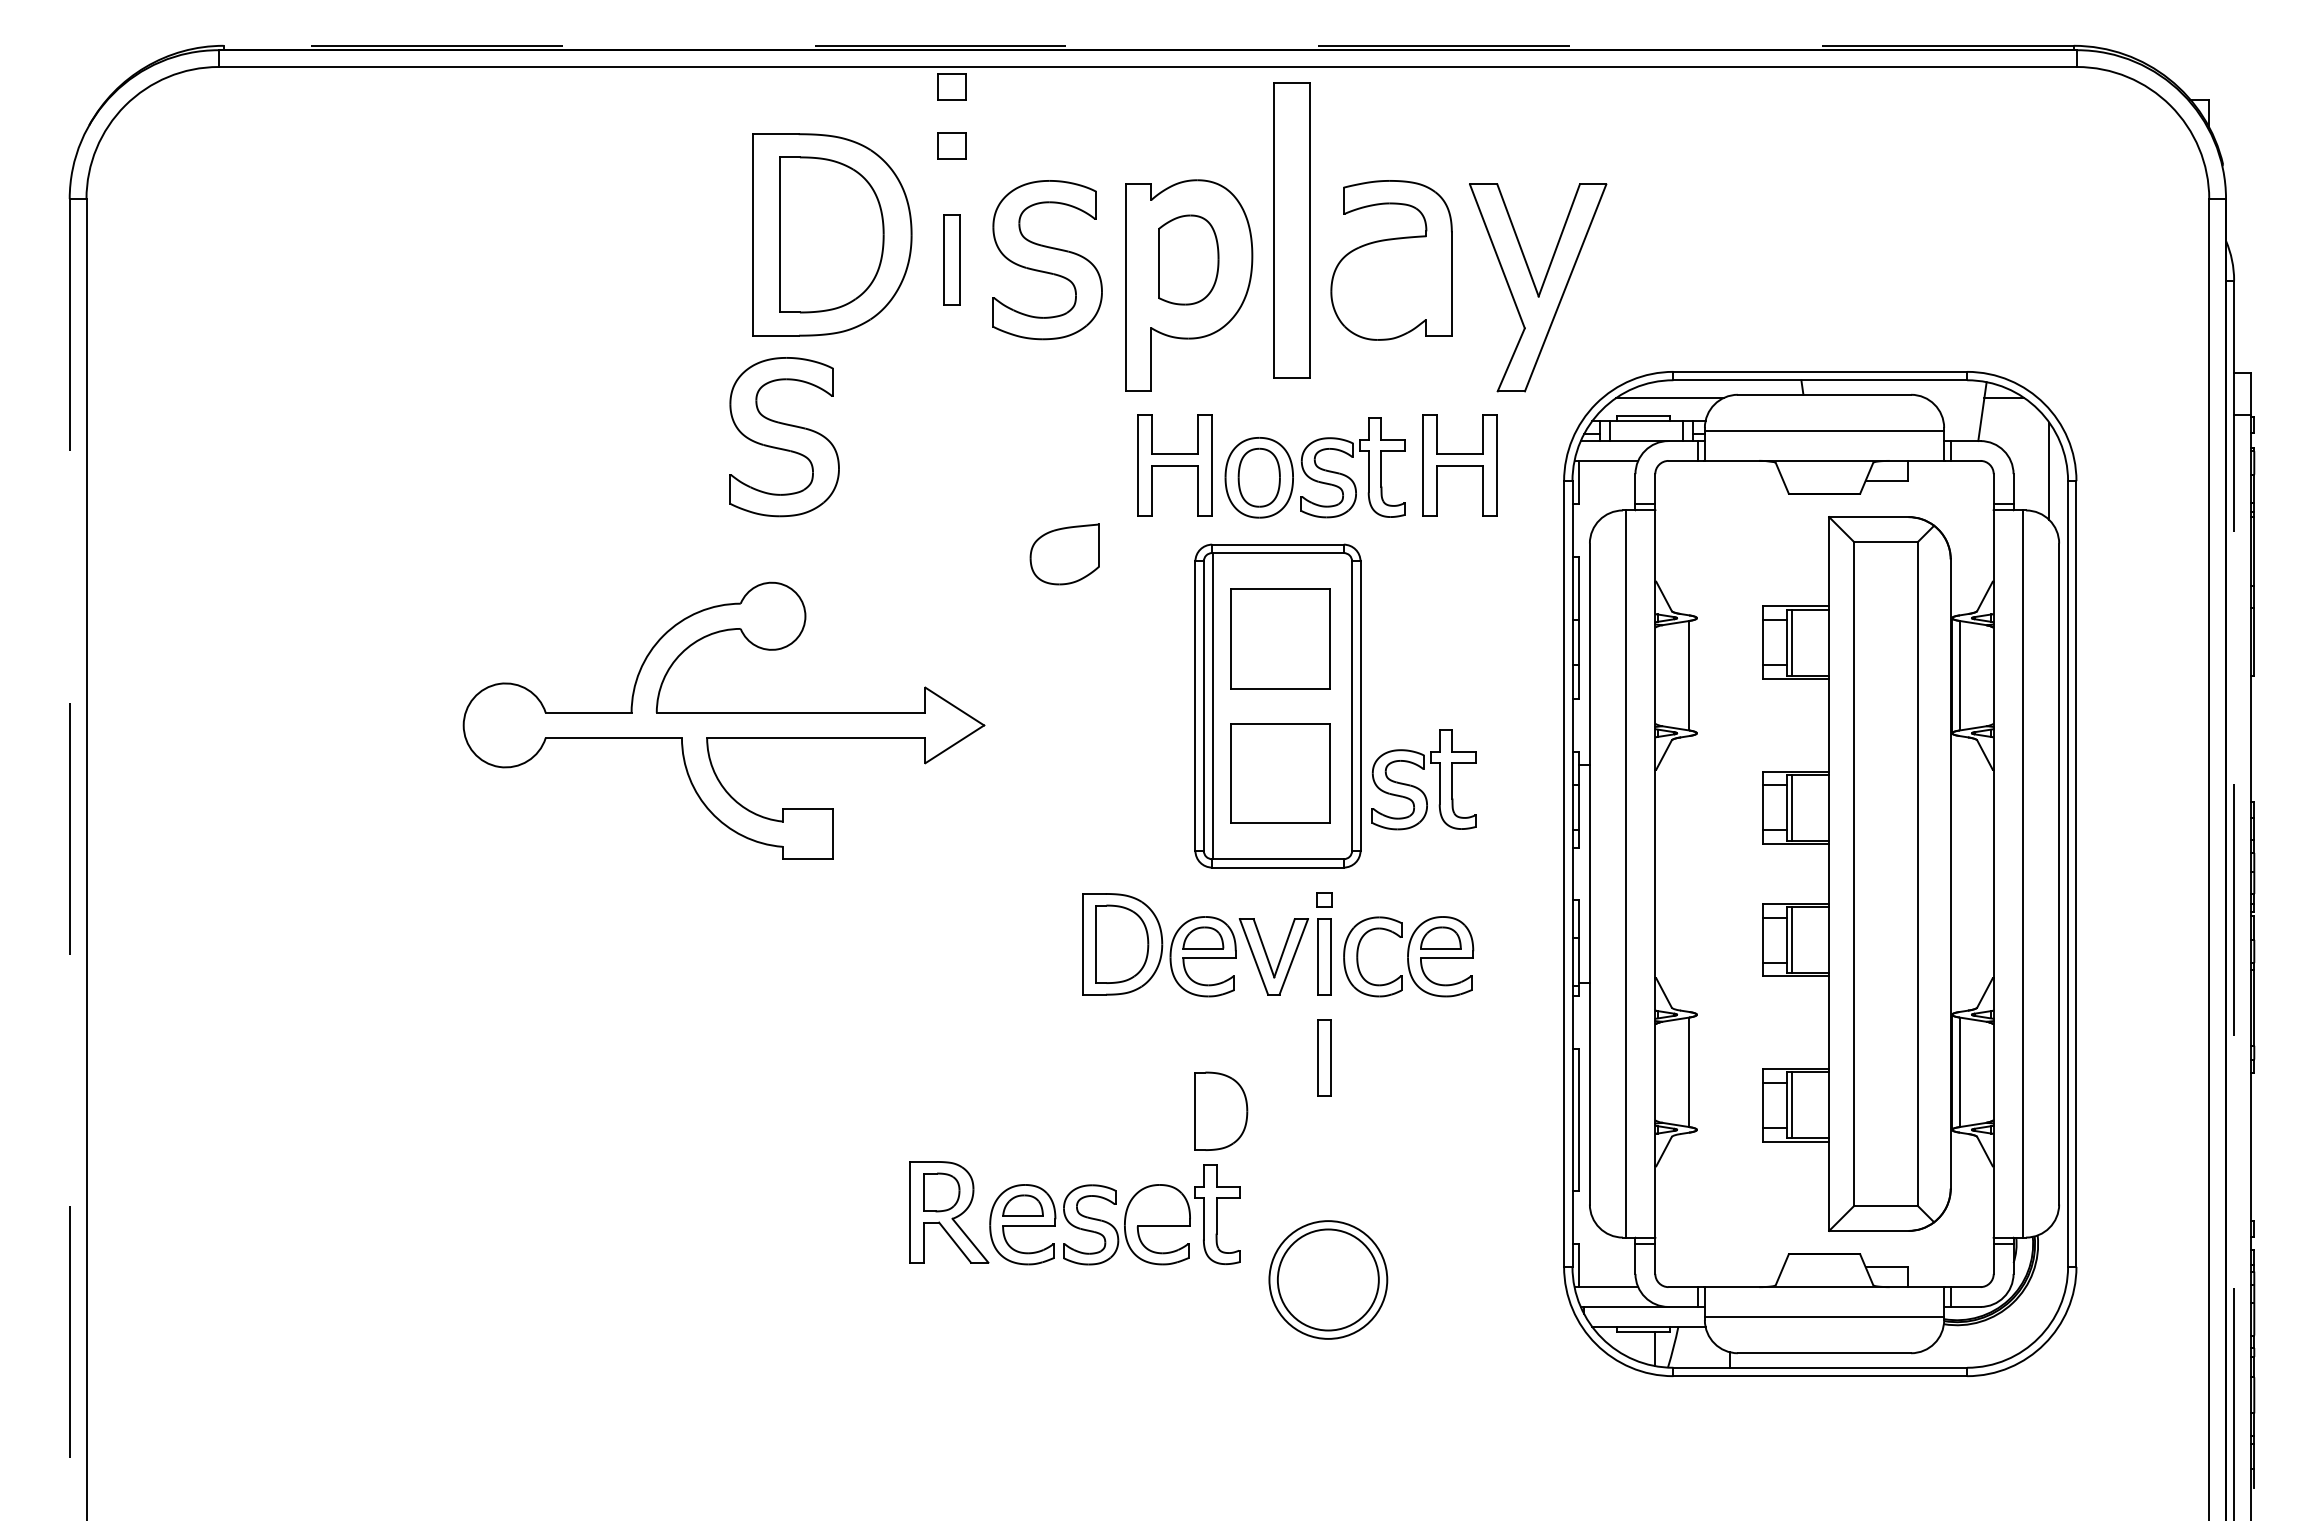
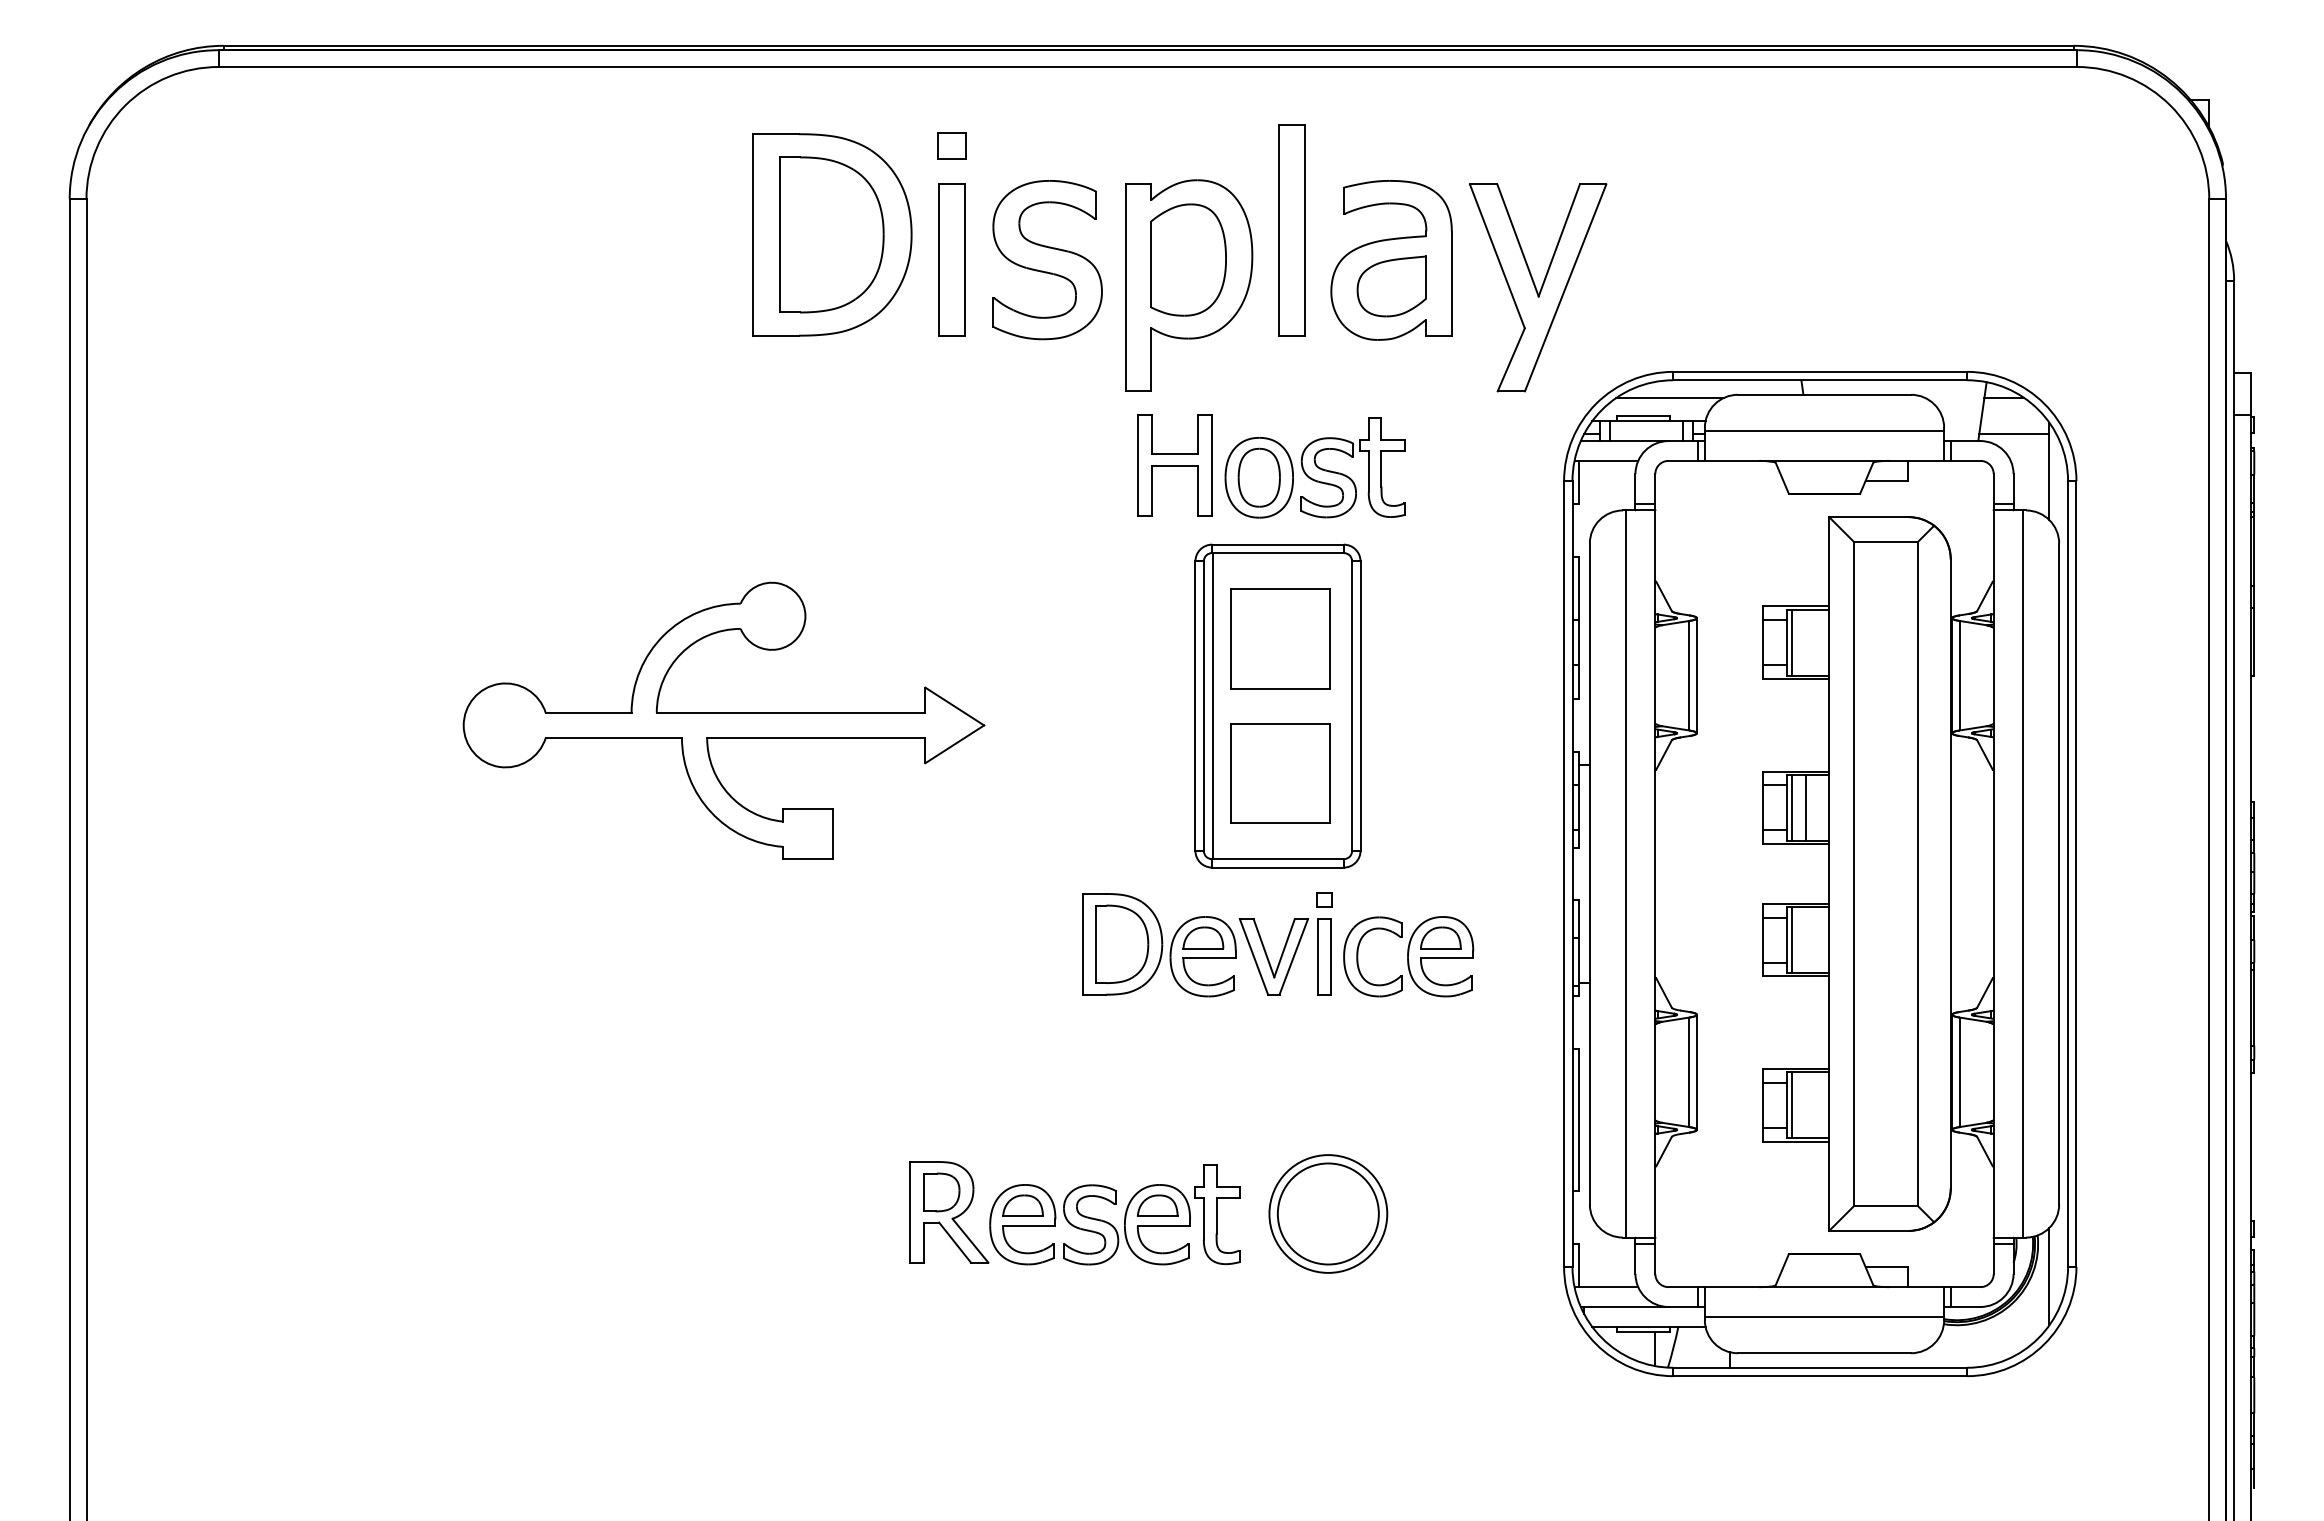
line at (1148, 45): dashed -> solid
part at (951, 86): present -> none
part at (1291, 230) size: 38x297 px -> 28x213 px
part at (951, 259) size: 18x92 px -> 28x154 px
part at (1188, 259) size: 62x92 px -> 77x114 px
line at (2014, 434): none -> present
part at (784, 437): present -> none
part at (1459, 465): present -> none
part at (1064, 554) position: (1064, 554) -> (1391, 286)
line at (1696, 675): none -> present
part at (1418, 787): present -> none
line at (1806, 807): none -> present
line at (69, 860): dashed -> solid
line at (2234, 900): dashed -> solid
part at (1324, 1057): present -> none
line at (1696, 1071): none -> present
part at (1221, 1110): present -> none
part at (1157, 1205): none -> present
line at (2049, 1276): none -> present
part at (1328, 1279) position: (1328, 1279) -> (1328, 1213)
